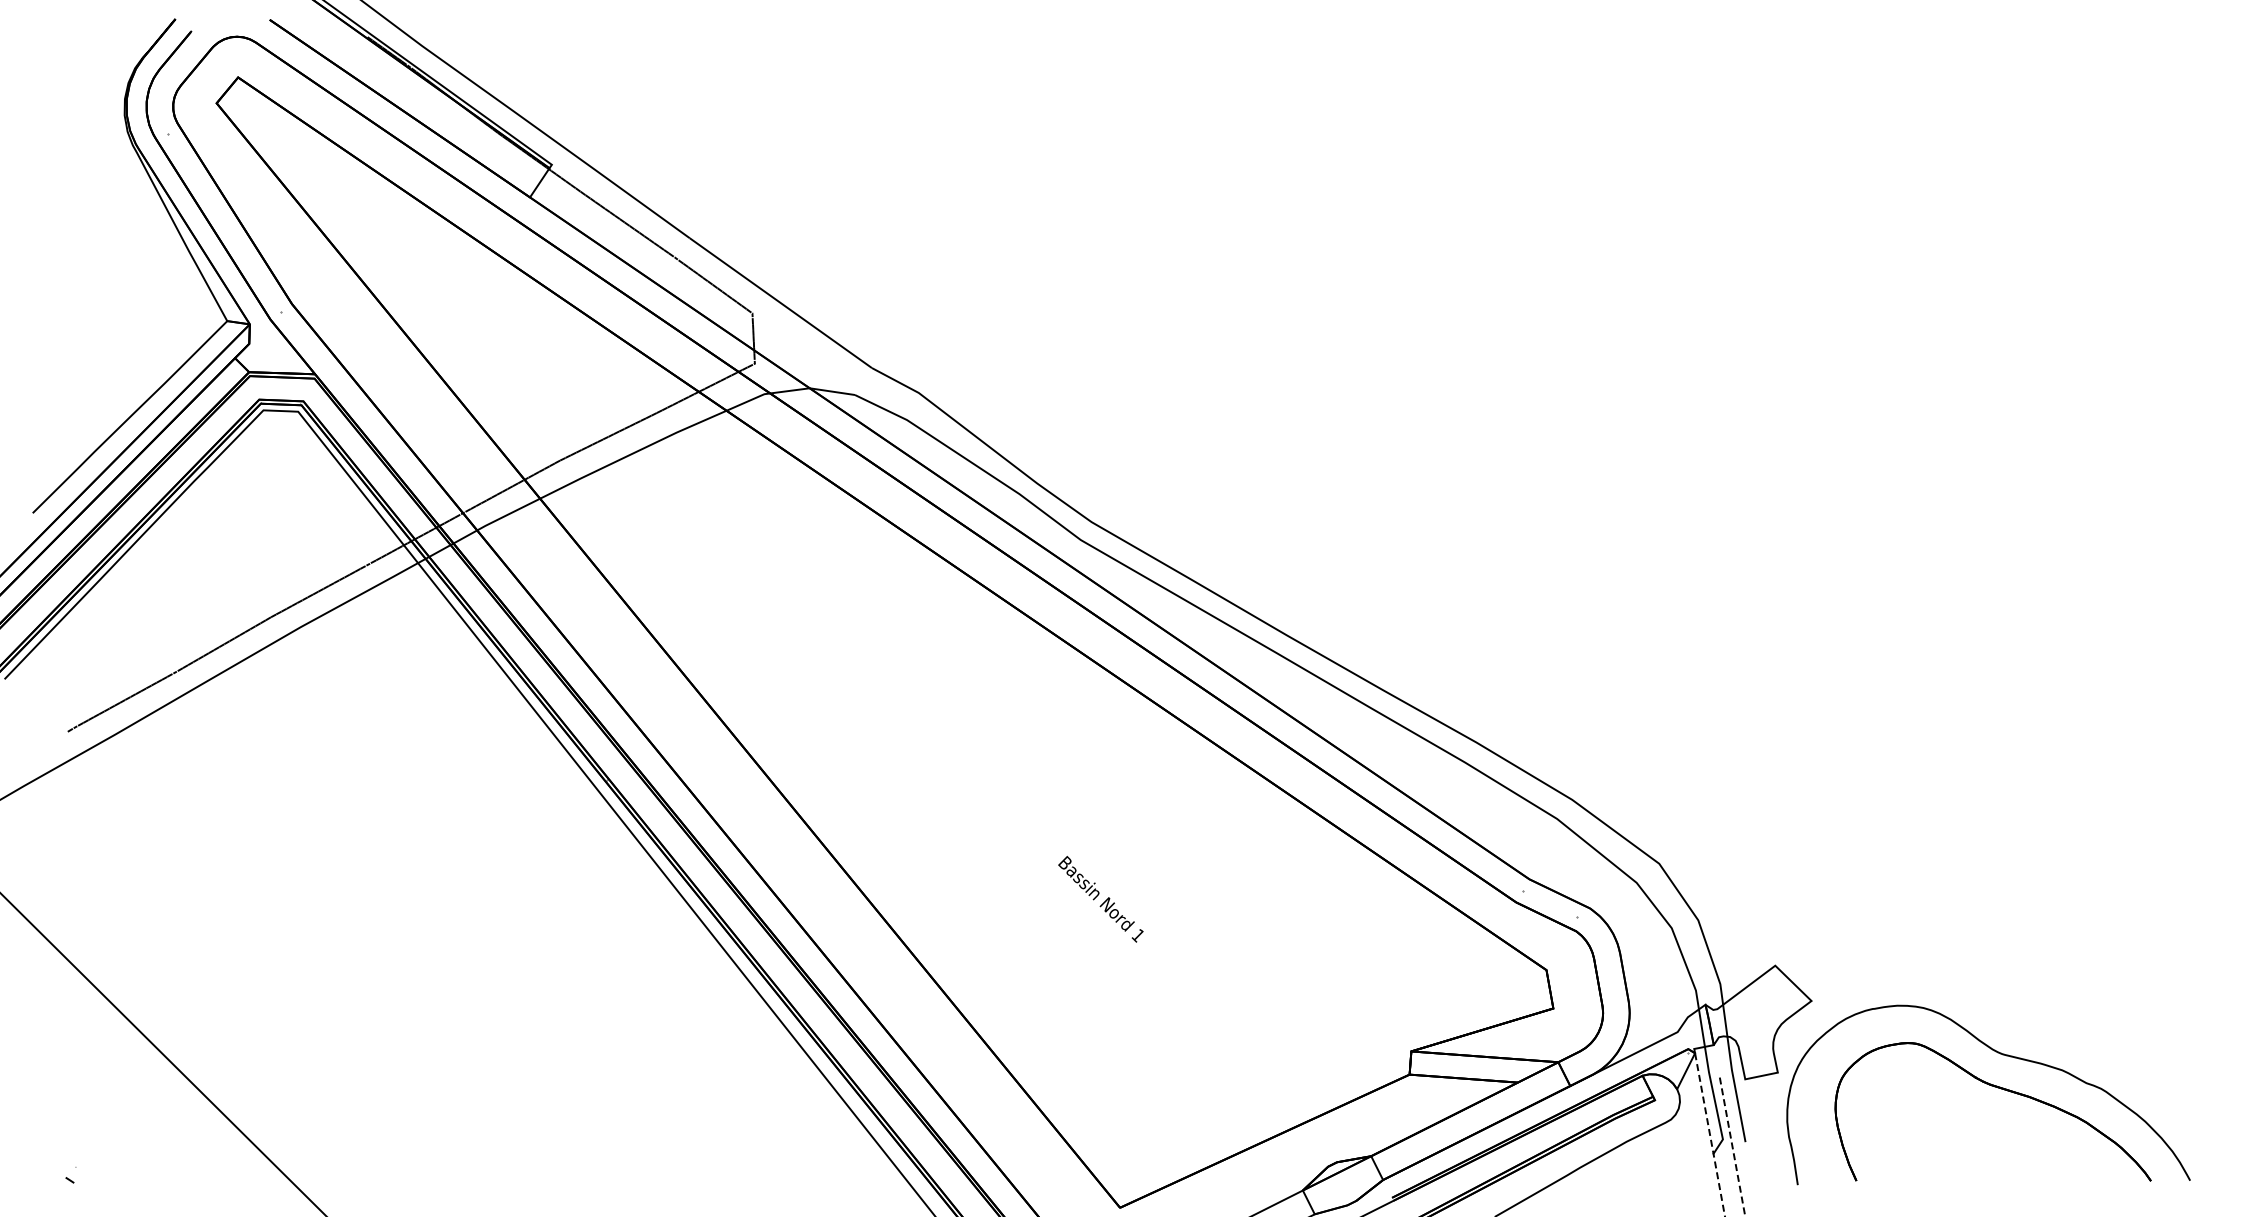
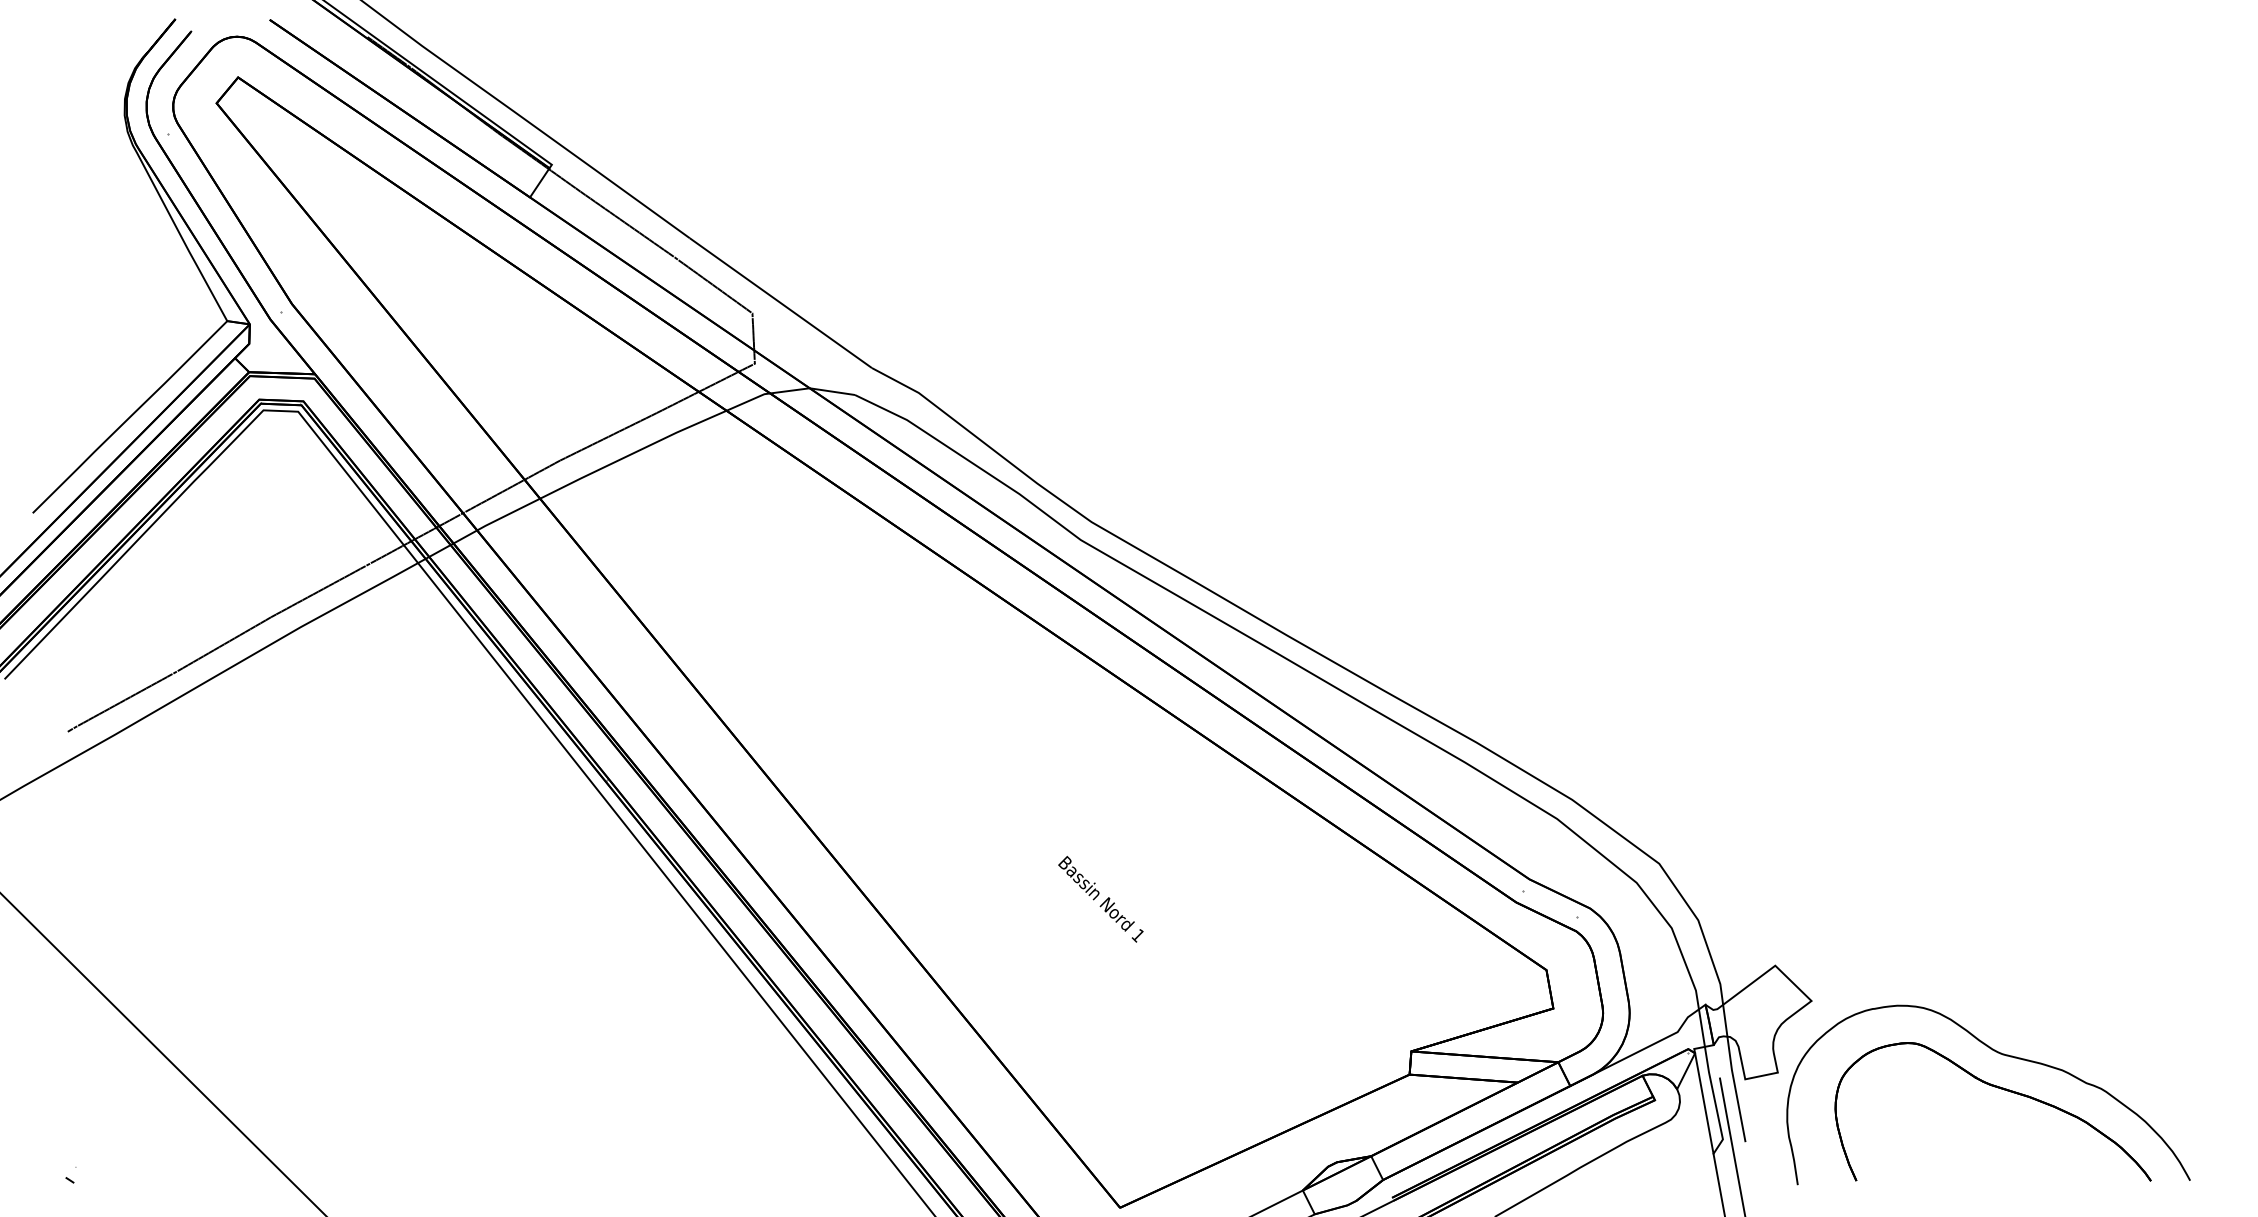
line at (1710, 1134): dashed -> solid
line at (1732, 1147): dashed -> solid
